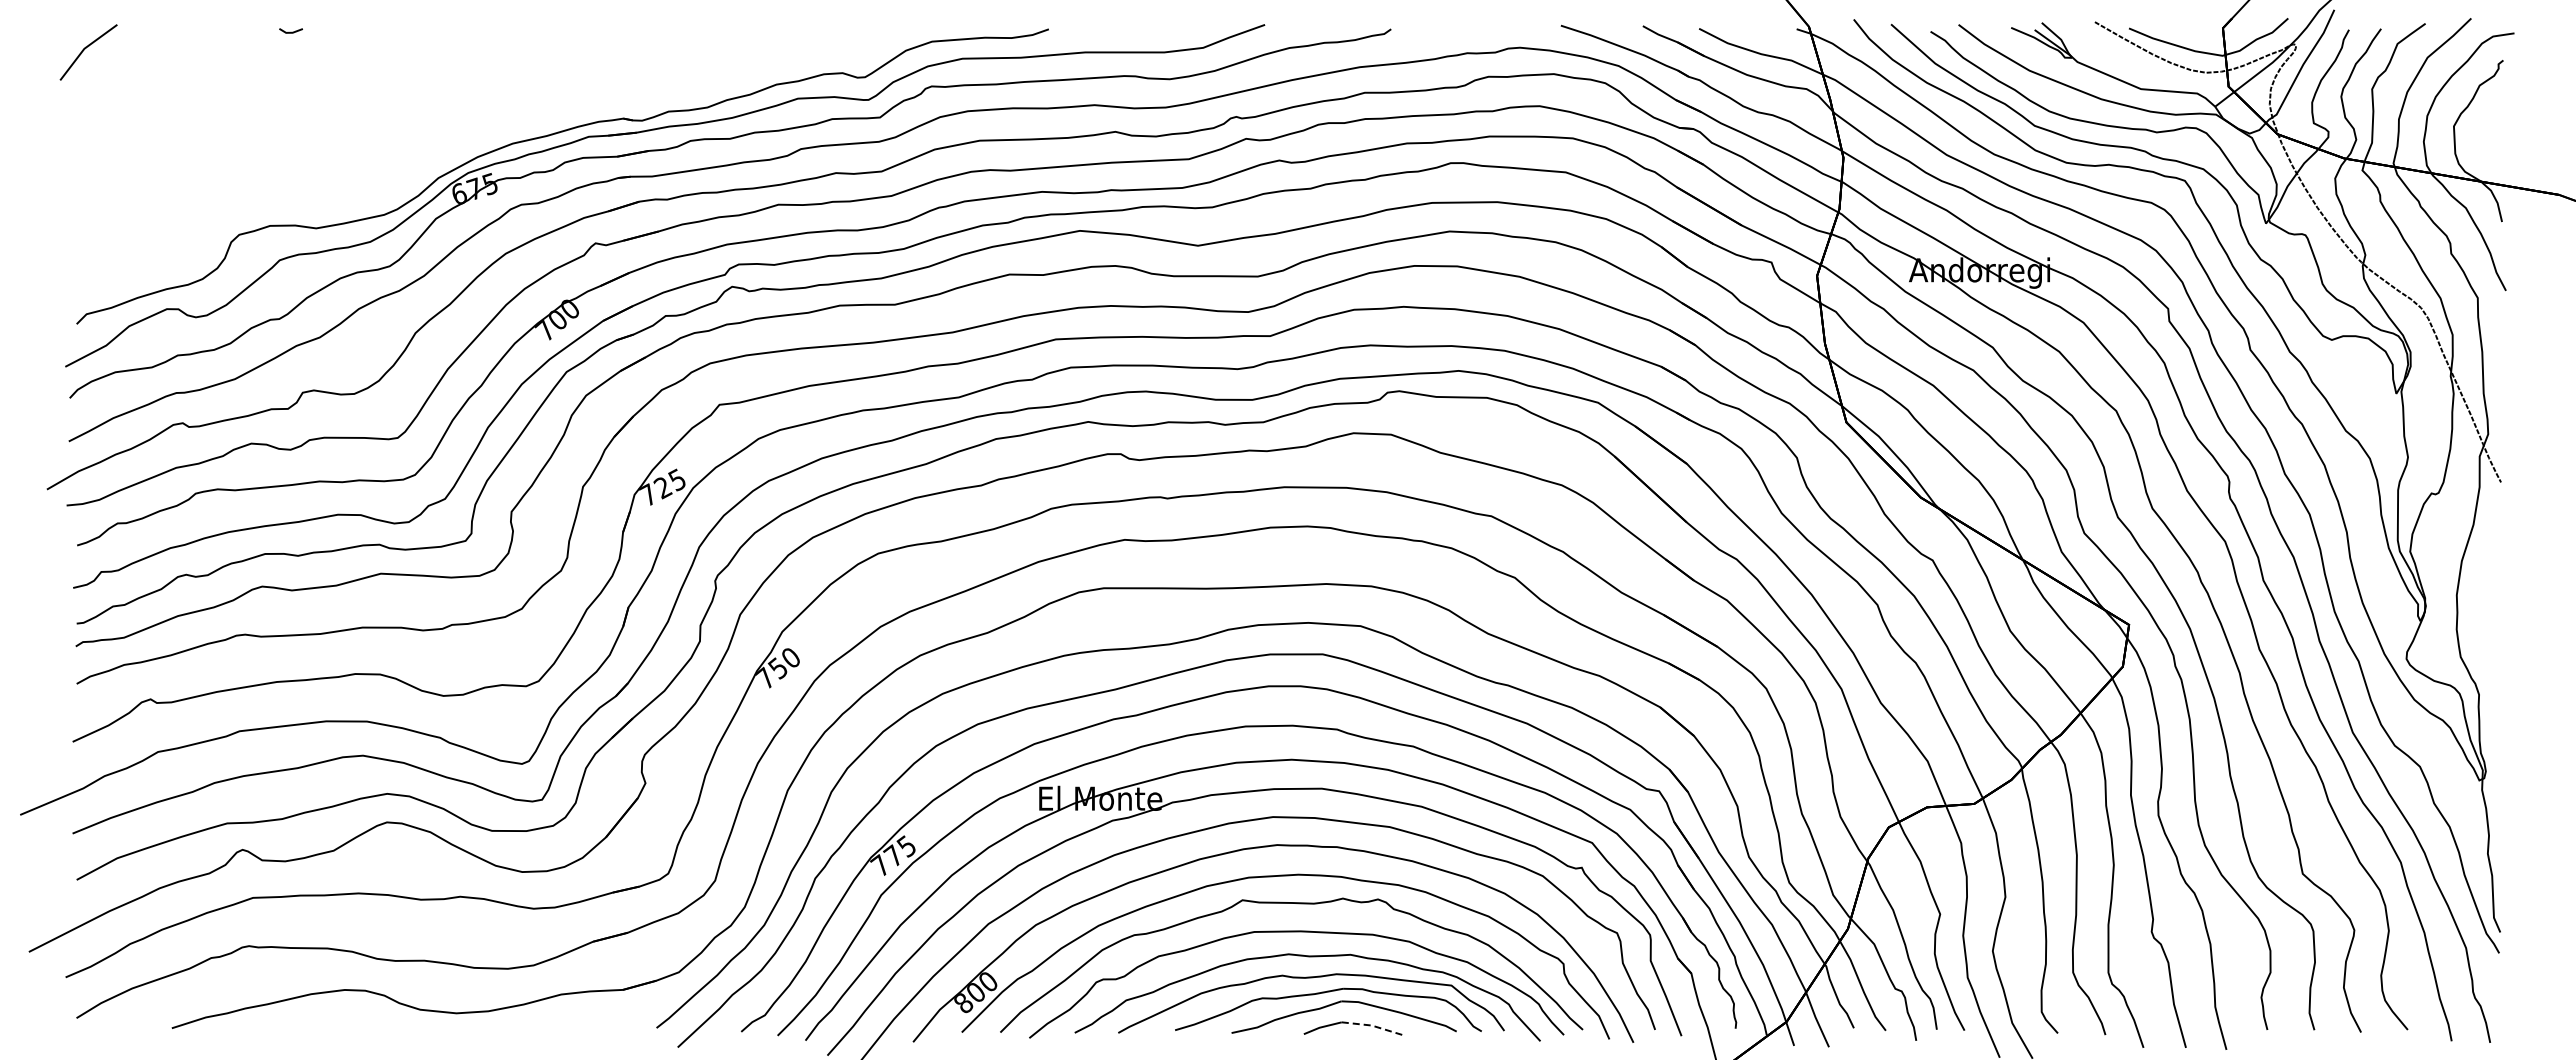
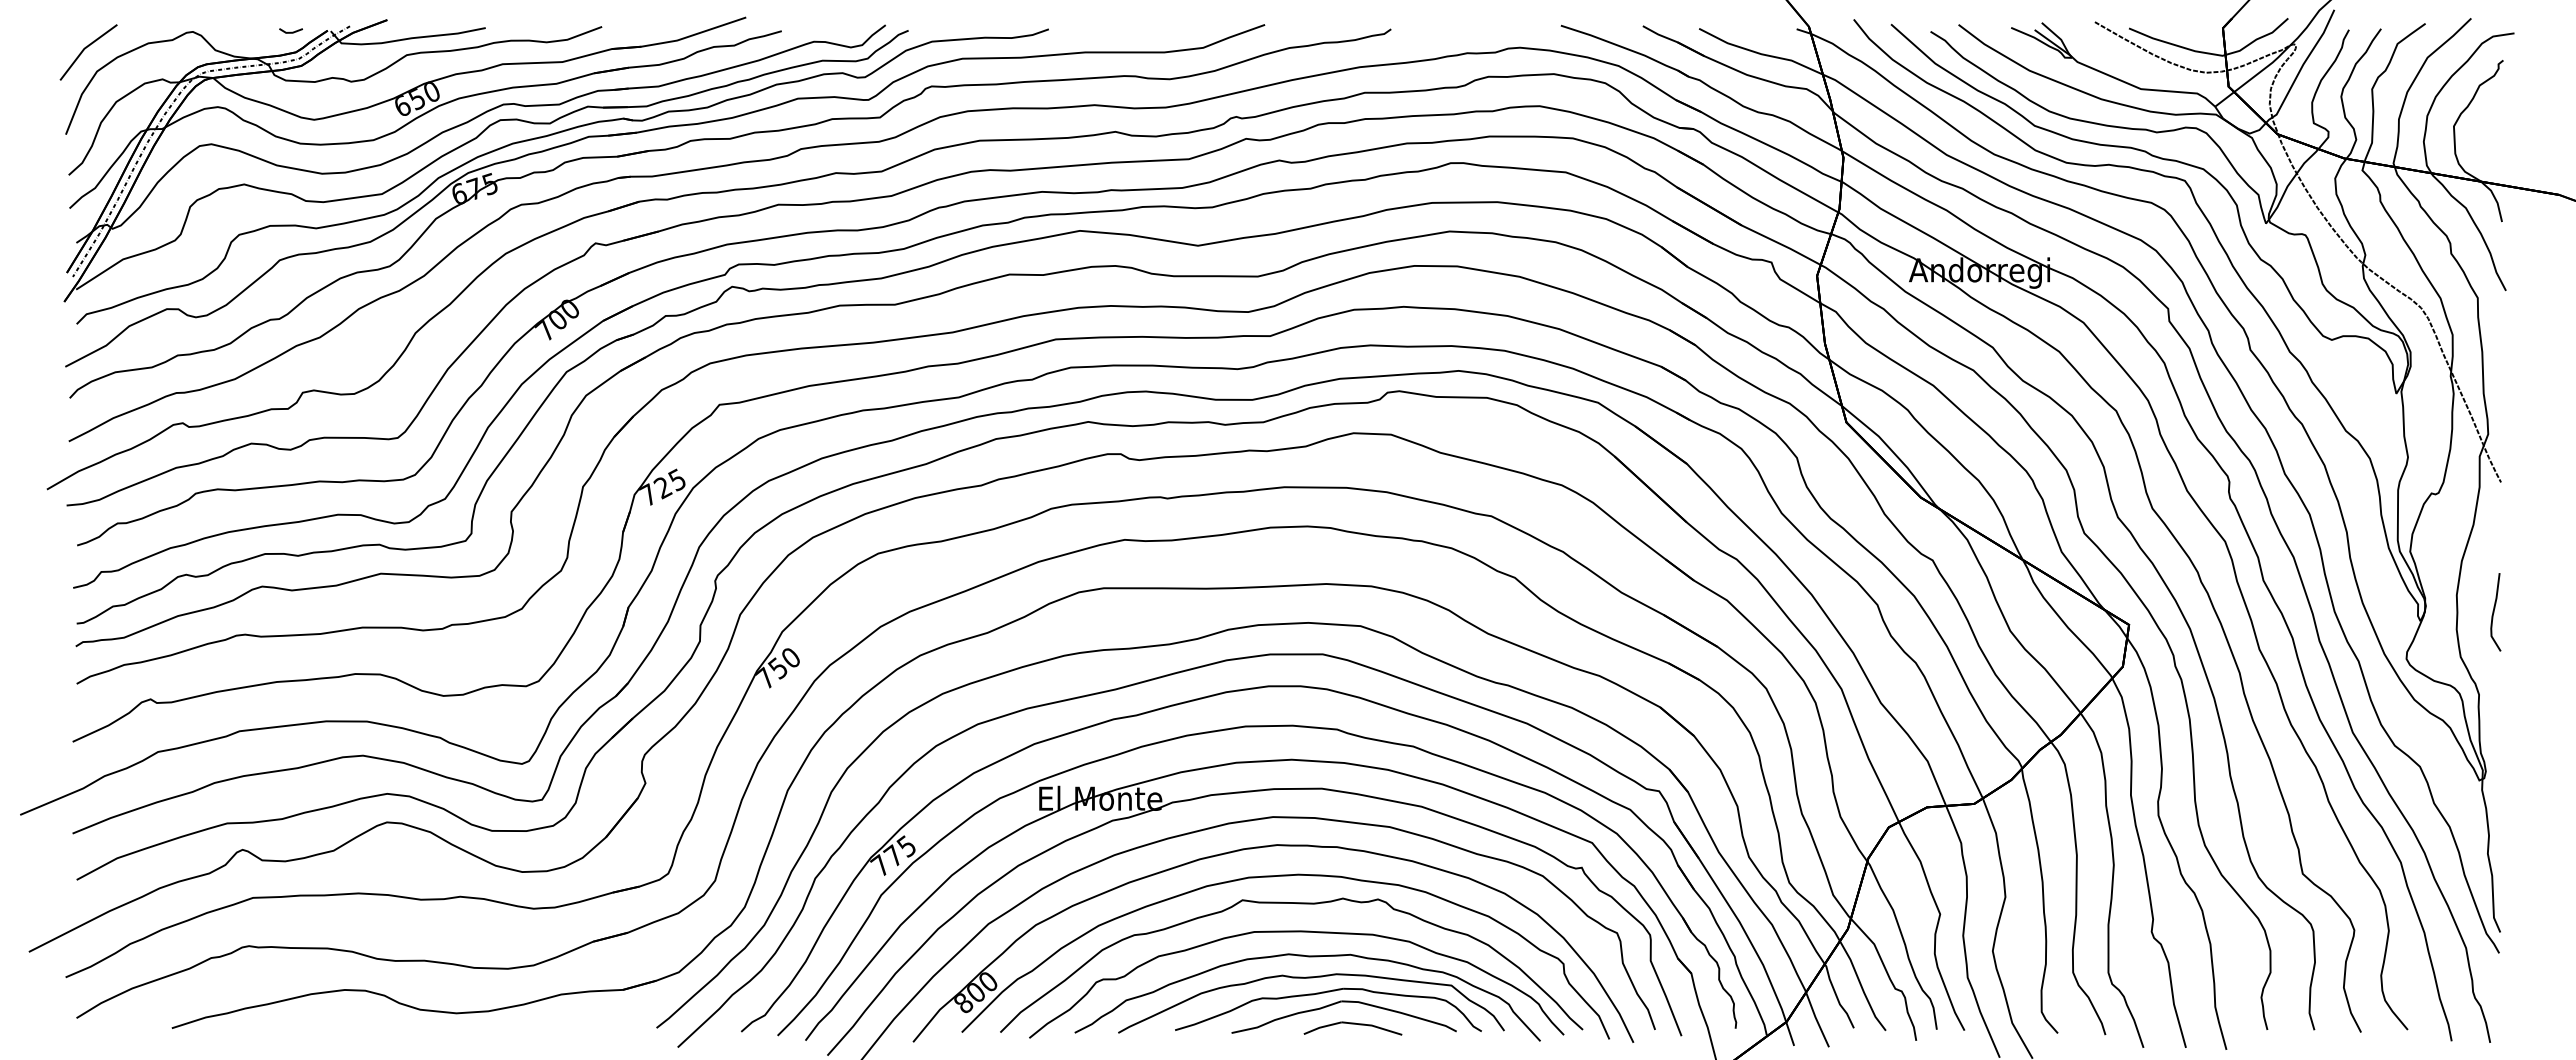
part at (475, 139): none -> present
curve at (2494, 612): none -> present
line at (1371, 1025): dashed -> solid
